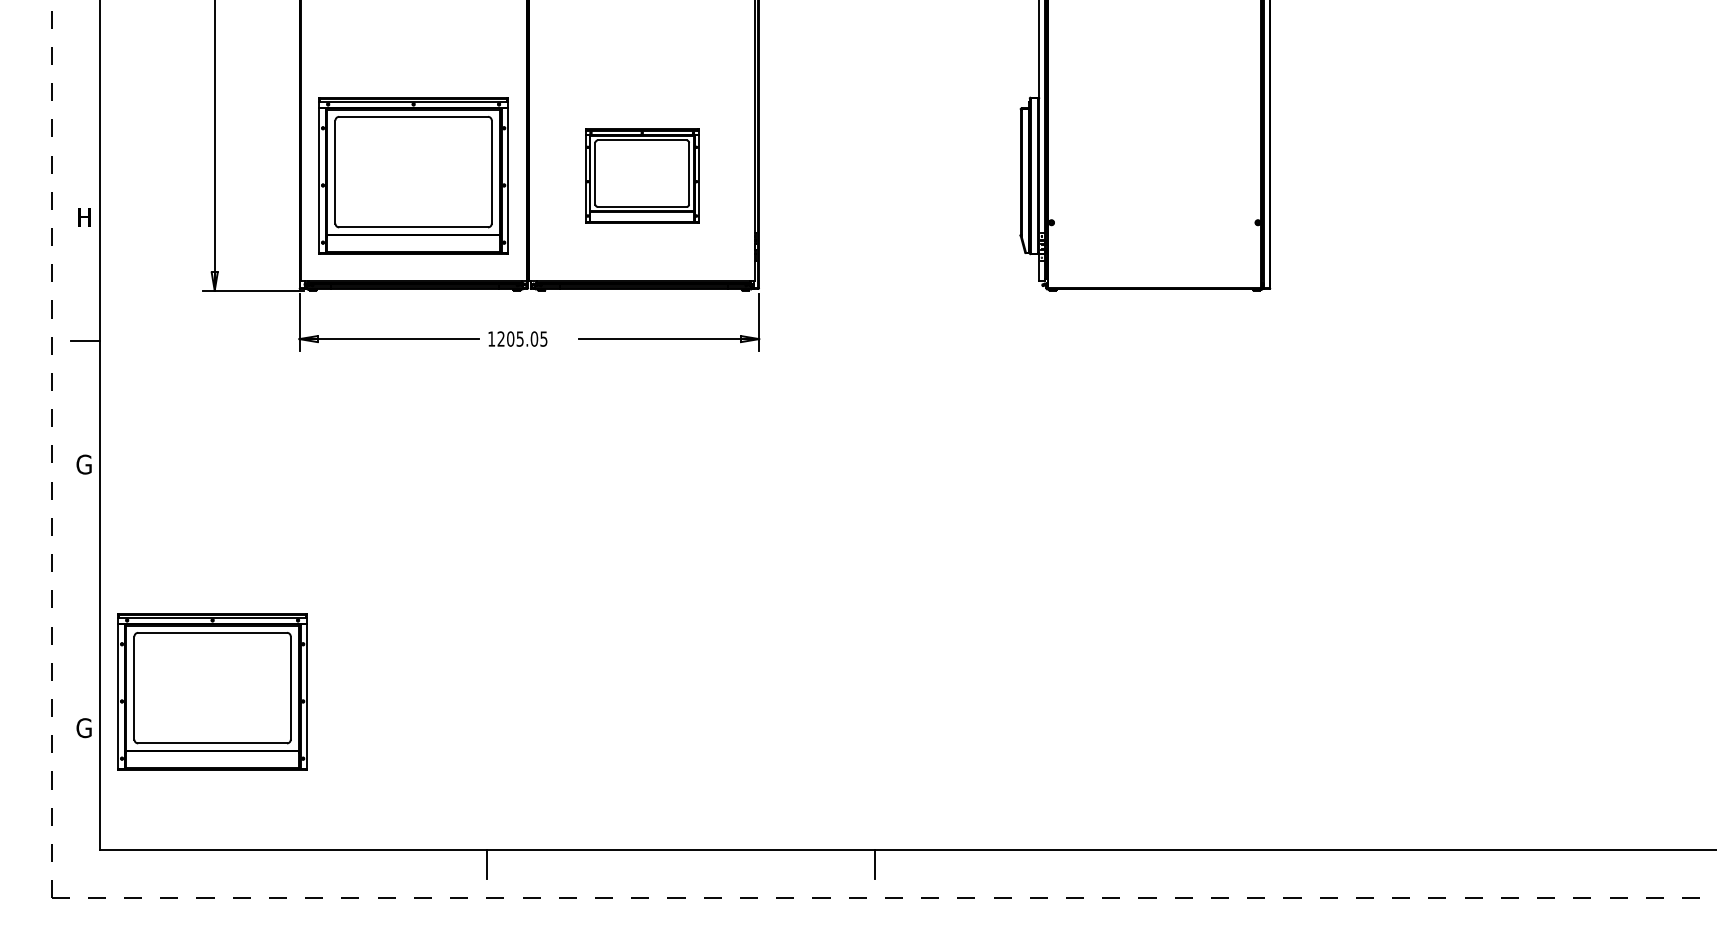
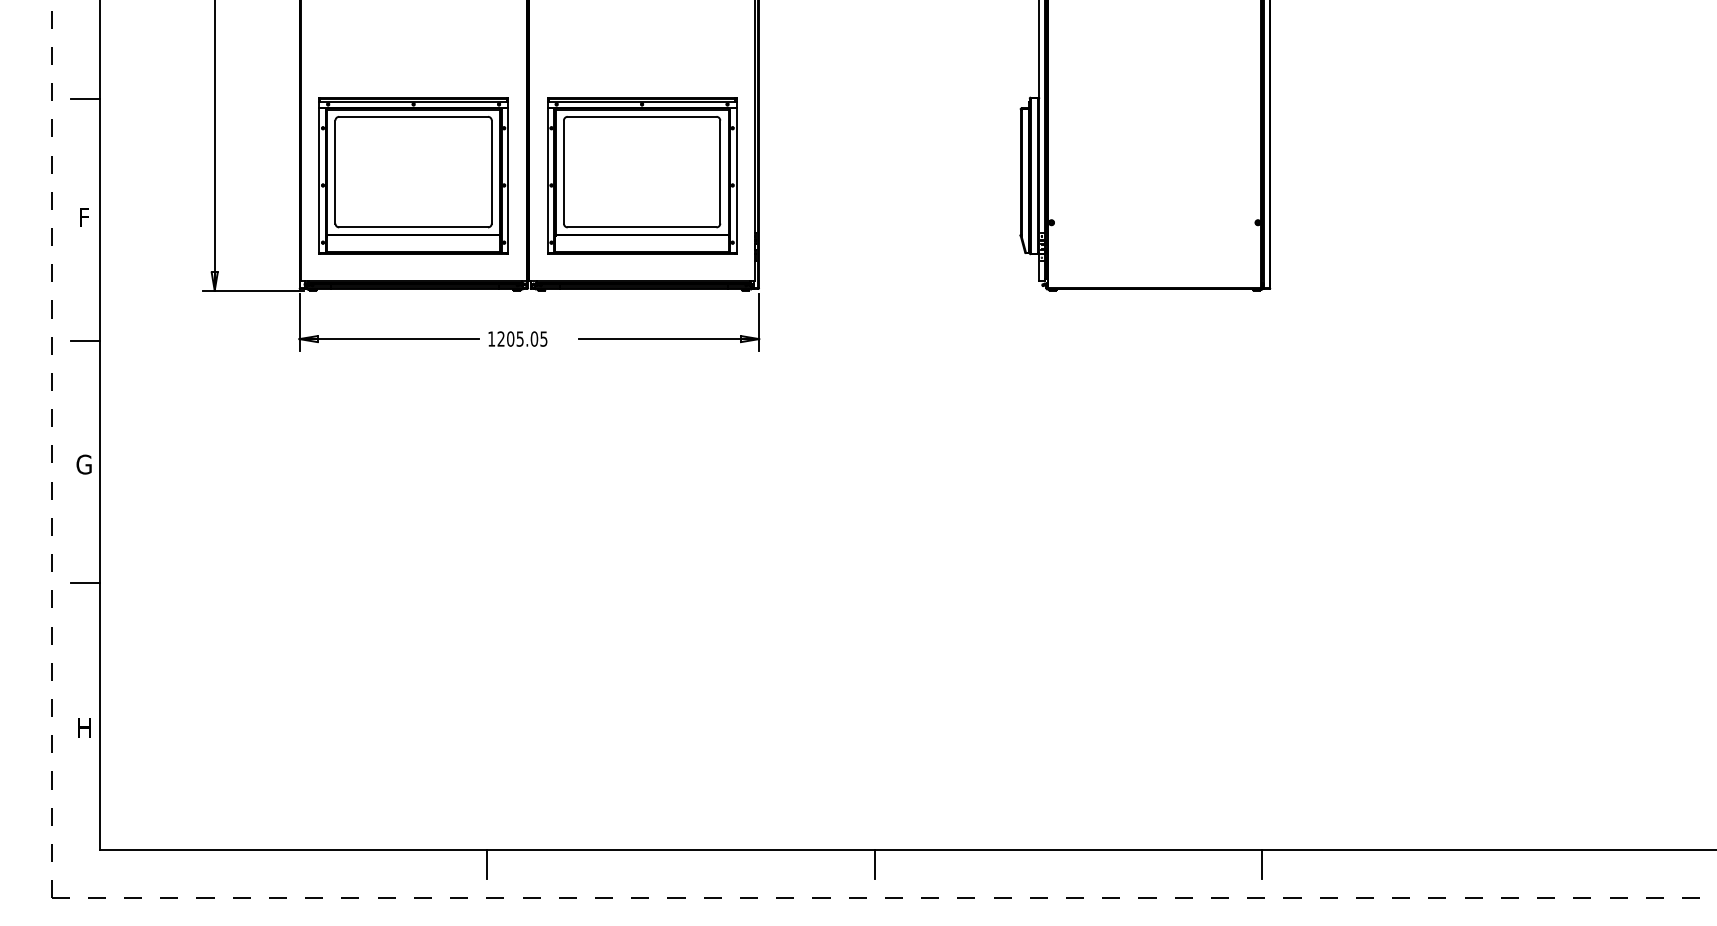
line at (84, 99): none -> present
part at (642, 175) size: 115x96 px -> 191x158 px
text at (84, 217): H -> F
line at (84, 583): none -> present
part at (212, 691): present -> none
text at (83, 728): G -> H
line at (1262, 863): none -> present
